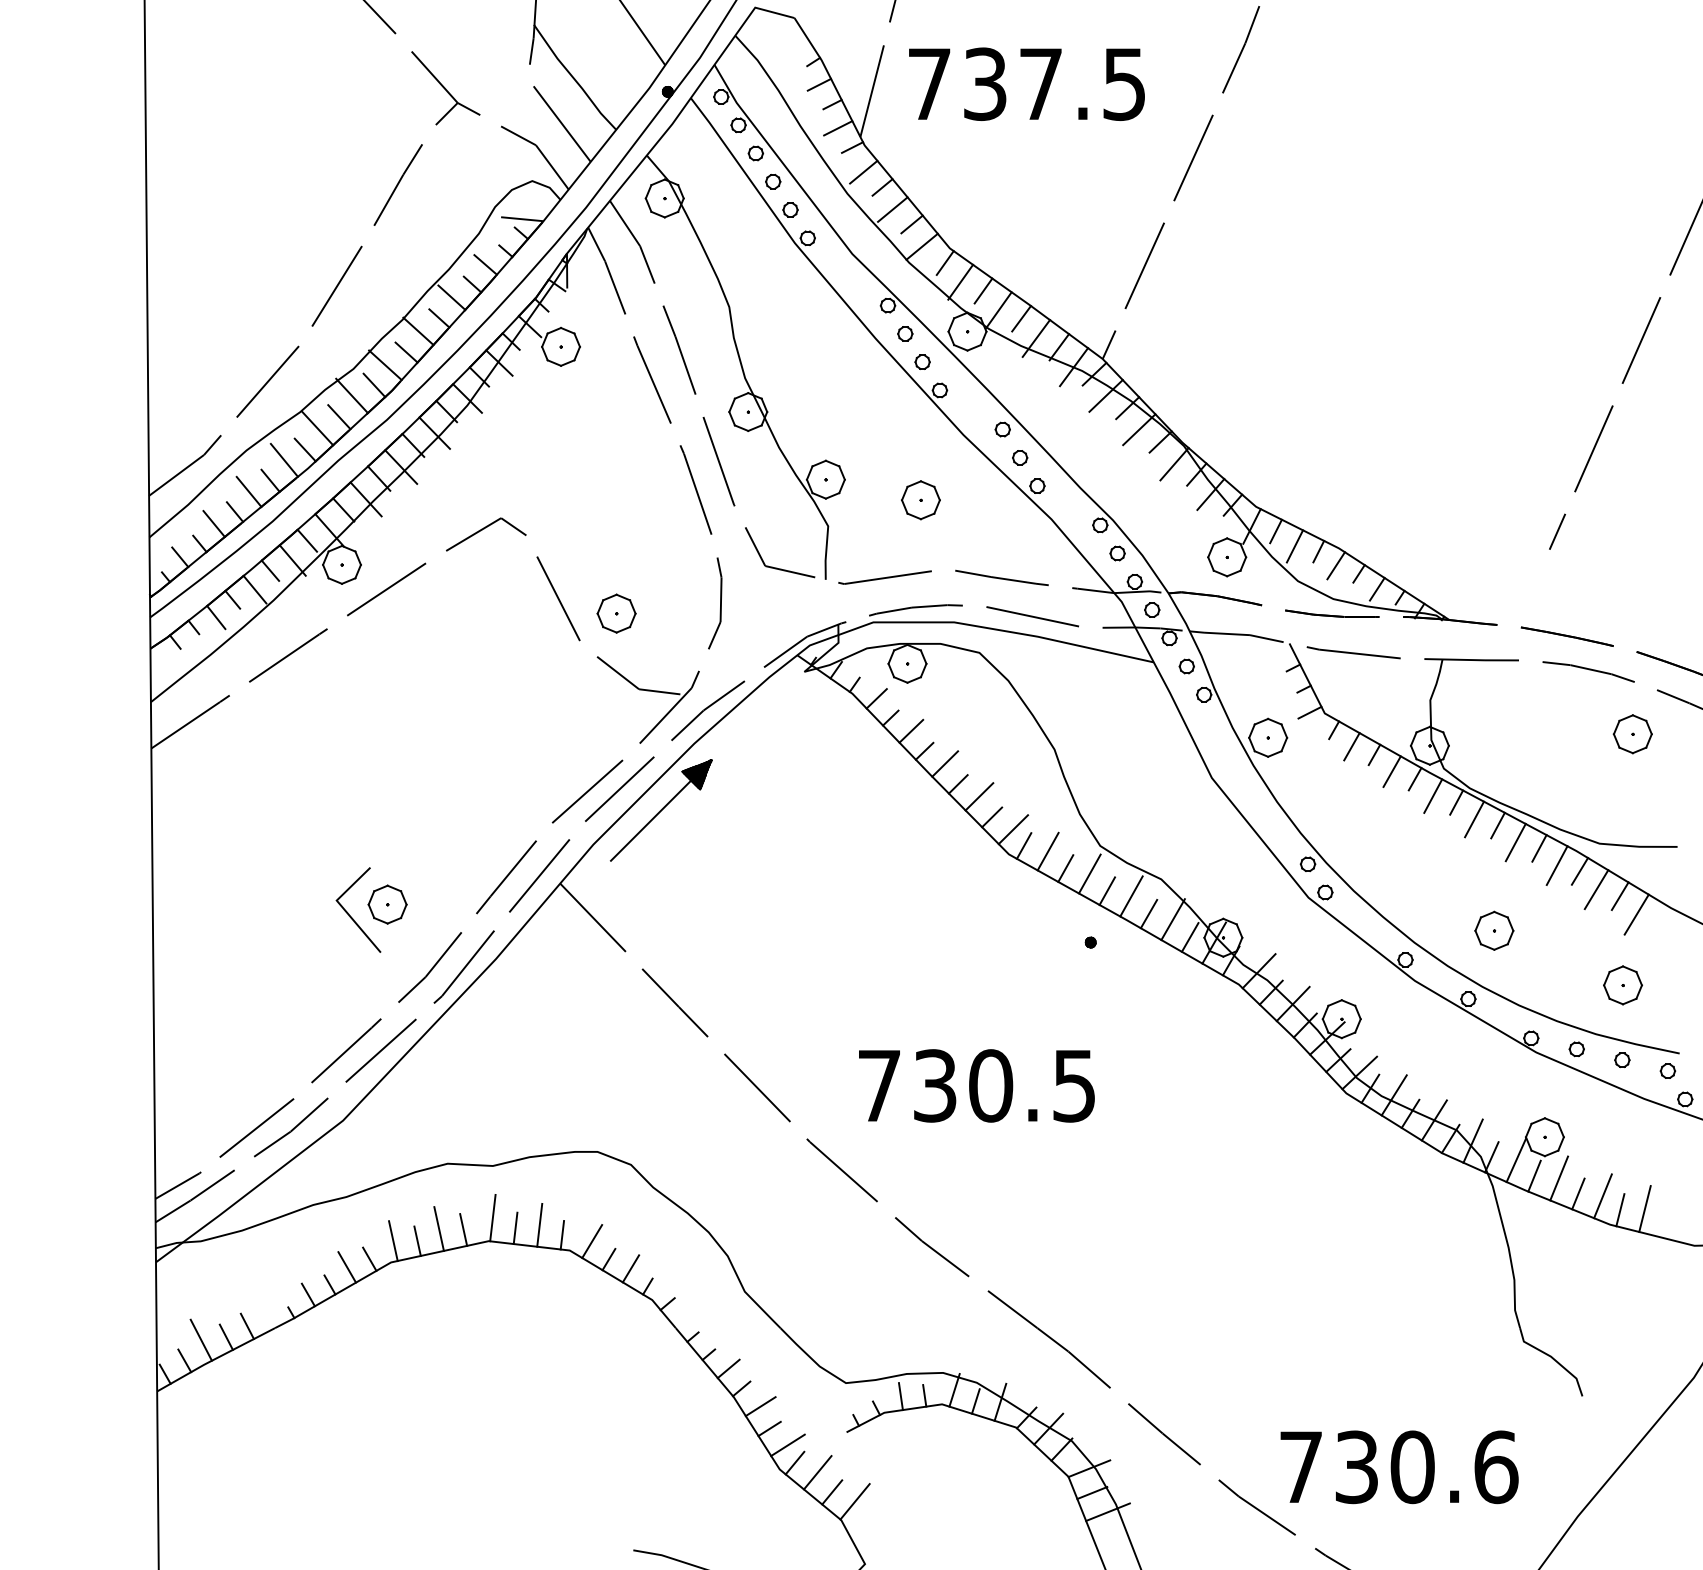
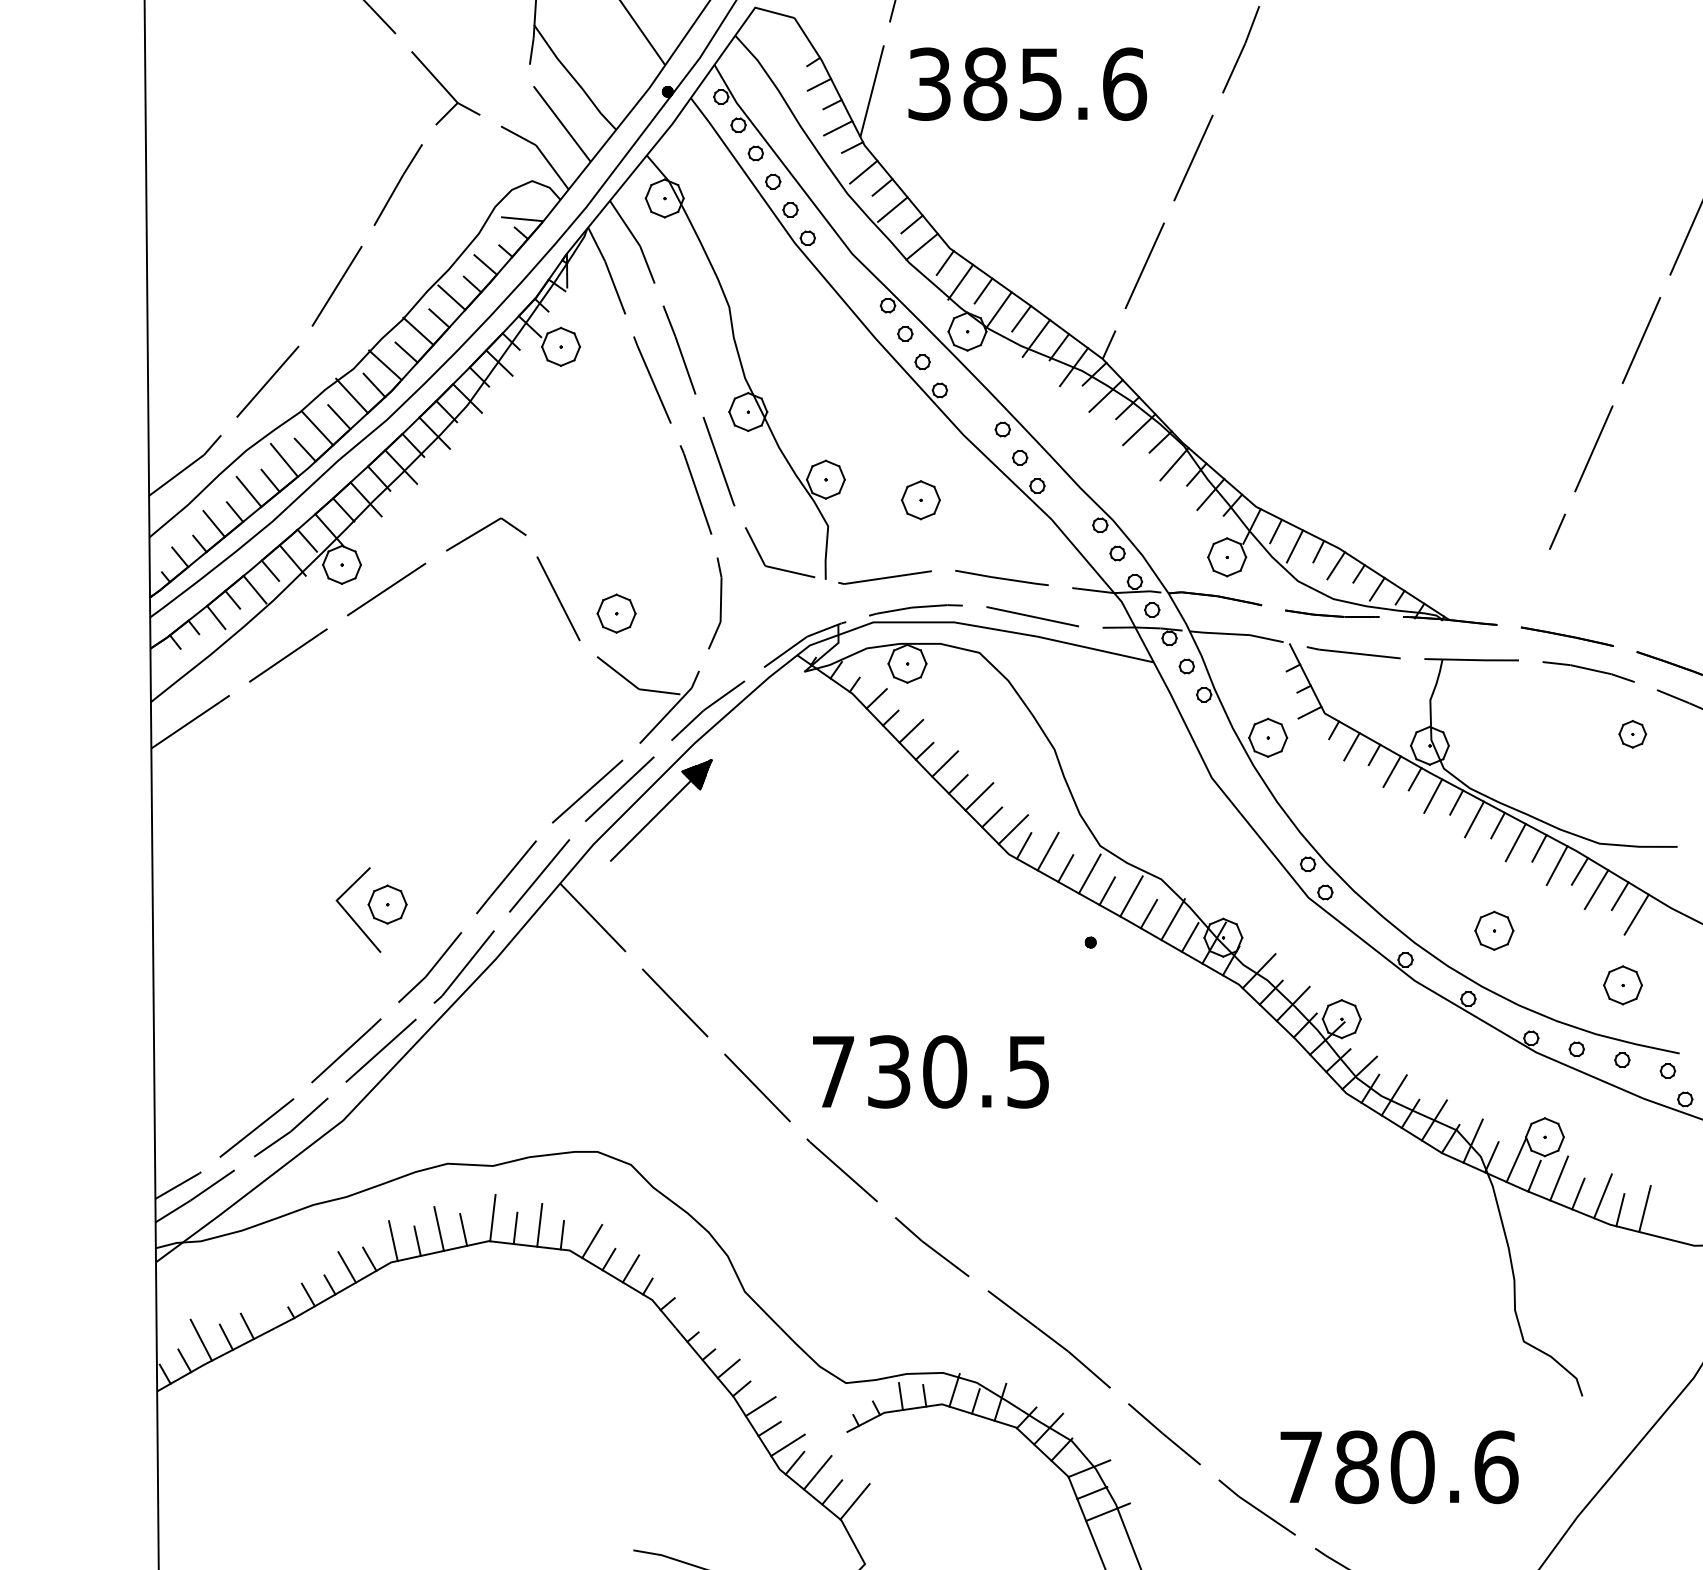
text at (1027, 84): 737.5 -> 385.6
part at (1632, 734) size: 41x41 px -> 30x29 px
text at (976, 1085) position: (976, 1085) -> (930, 1071)
text at (1356, 1467): 730.6 -> 780.6
